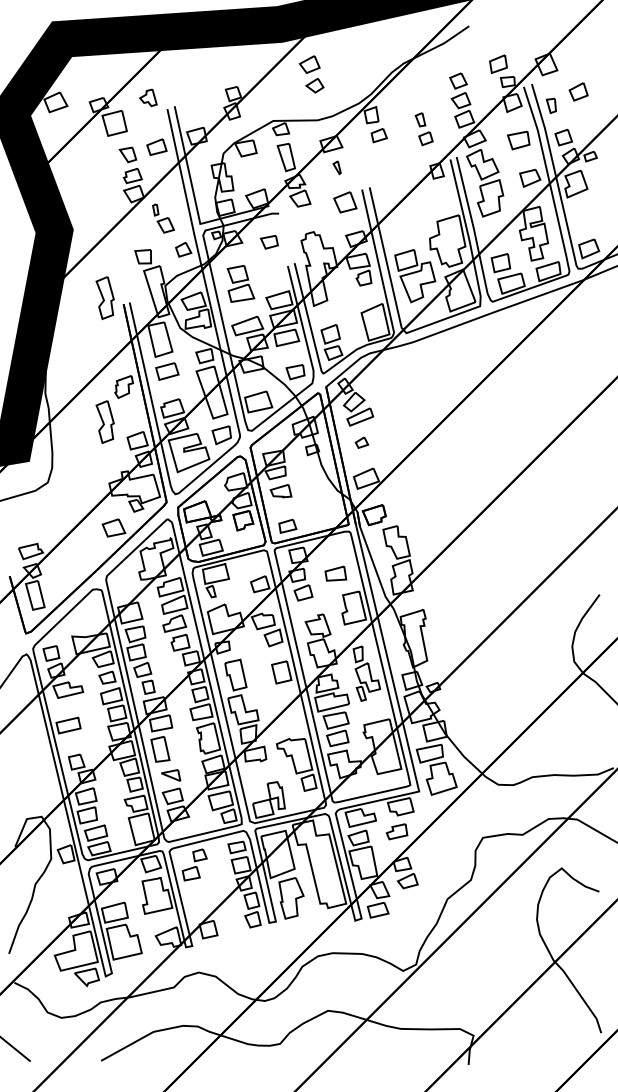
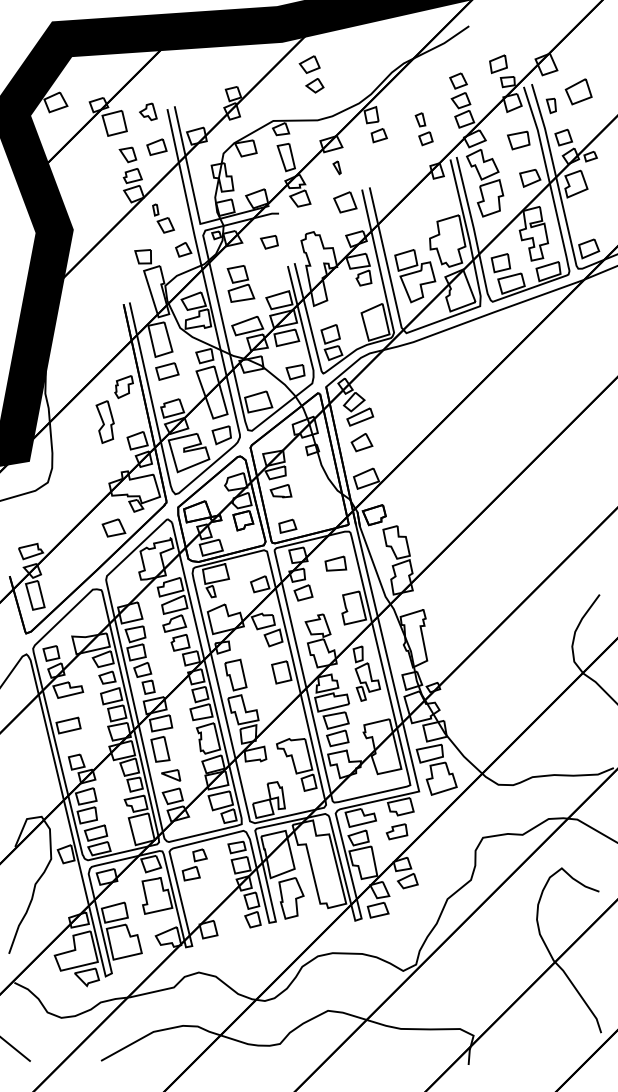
part at (578, 91) size: 21x20 px -> 29x28 px
part at (148, 97) position: (148, 97) -> (148, 111)
part at (104, 297): present -> none
part at (361, 442) size: 16x13 px -> 24x20 px
part at (335, 573) position: (335, 573) -> (335, 563)
